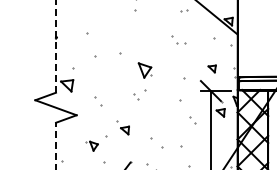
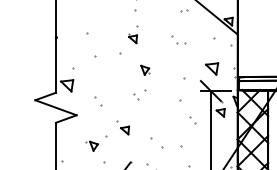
part at (133, 34): none -> present
line at (56, 46): dashed -> solid
part at (211, 68) size: 10x10 px -> 15x14 px
part at (144, 70) size: 16x17 px -> 11x12 px
line at (56, 145): dashed -> solid
